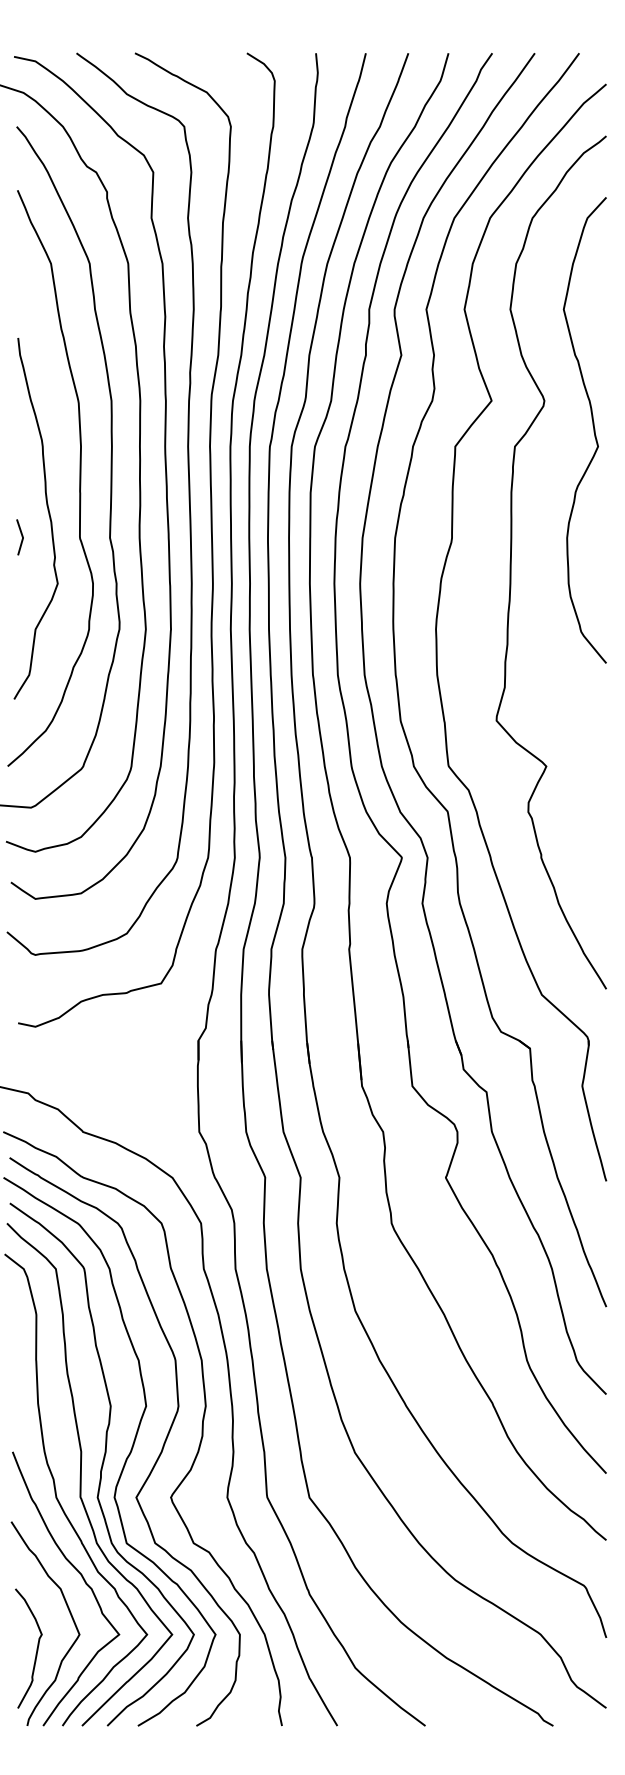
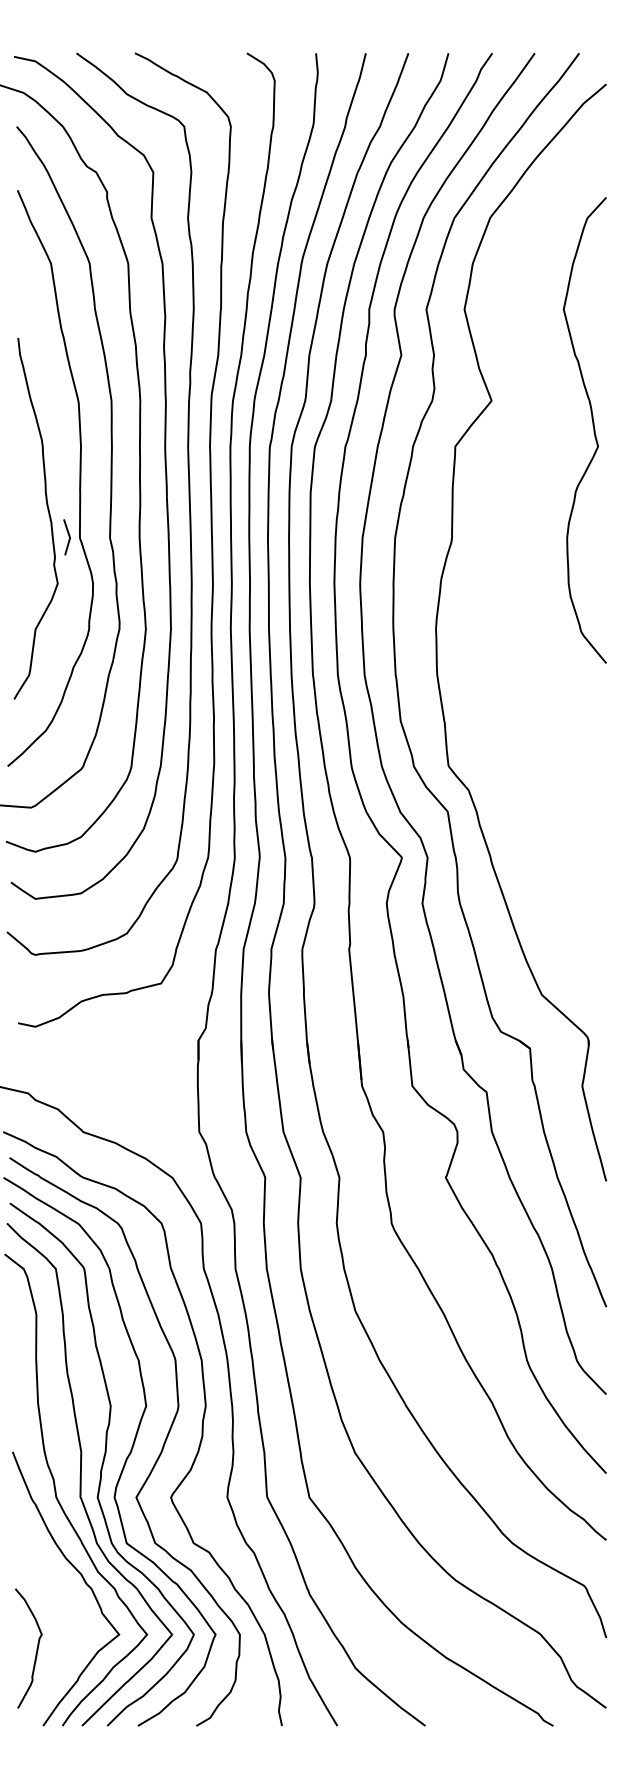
line at (21, 536) position: (21, 536) -> (68, 536)
curve at (511, 562): present -> none
curve at (69, 1613): present -> none
